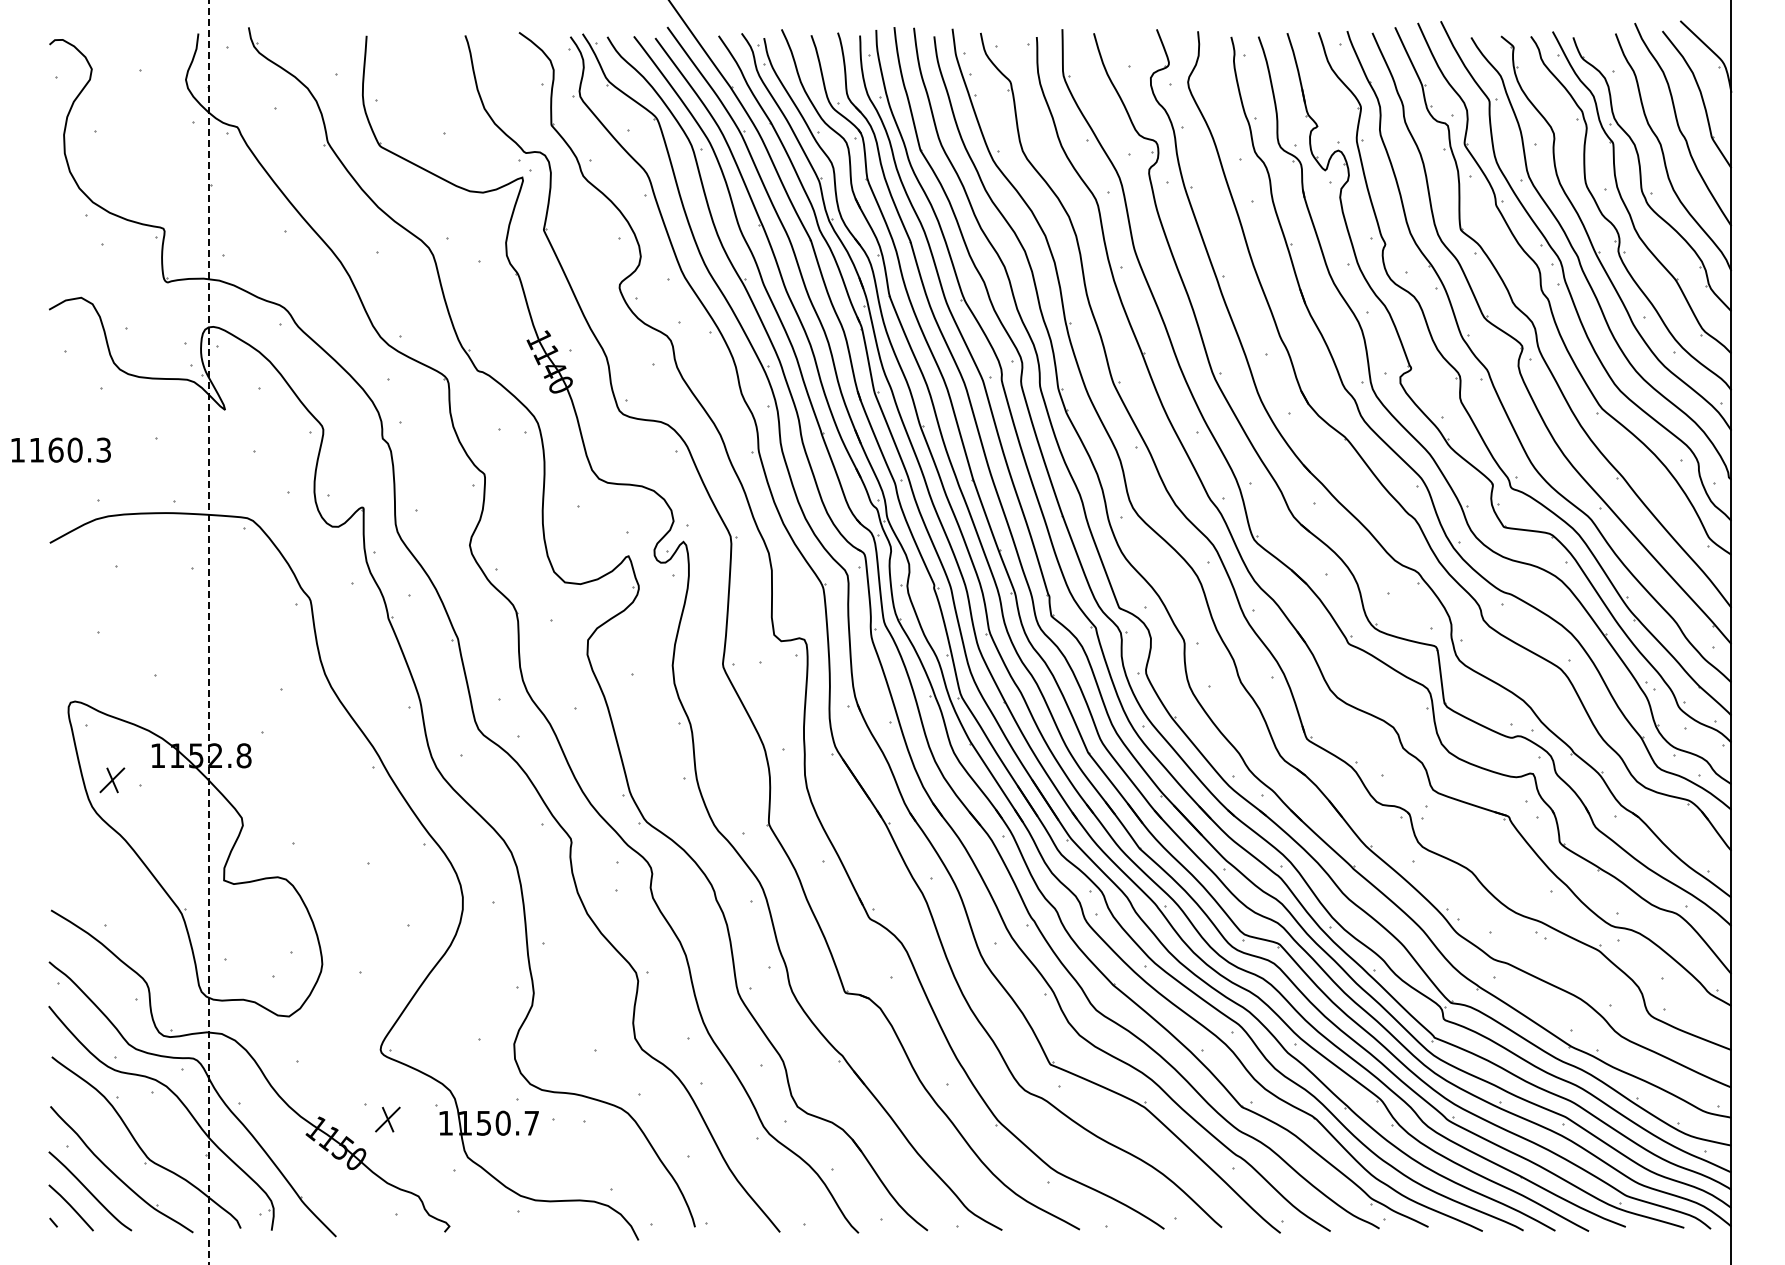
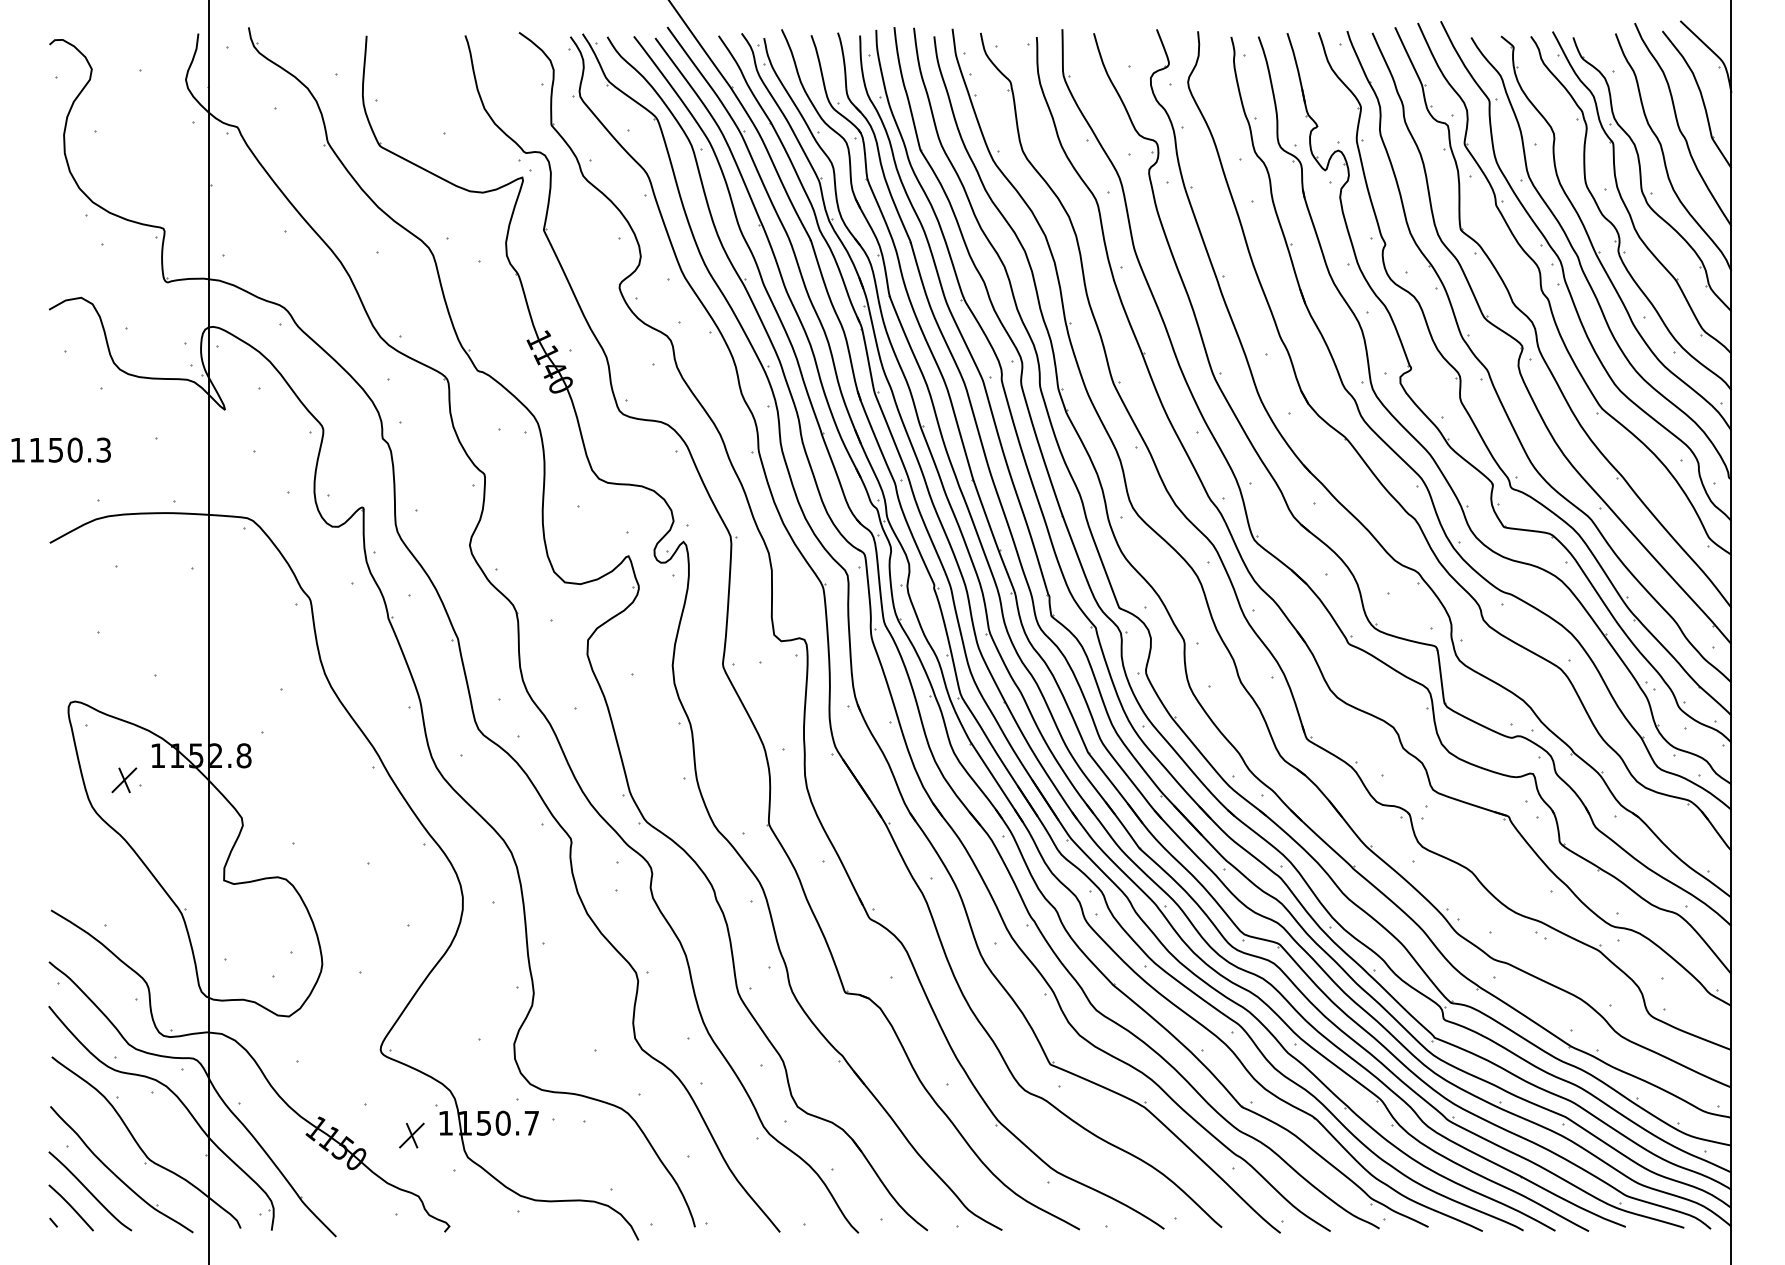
text at (55, 449): 1160.3 -> 1150.3
line at (209, 632): dashed -> solid
part at (112, 780) position: (112, 780) -> (124, 780)
part at (387, 1119) position: (387, 1119) -> (411, 1135)
